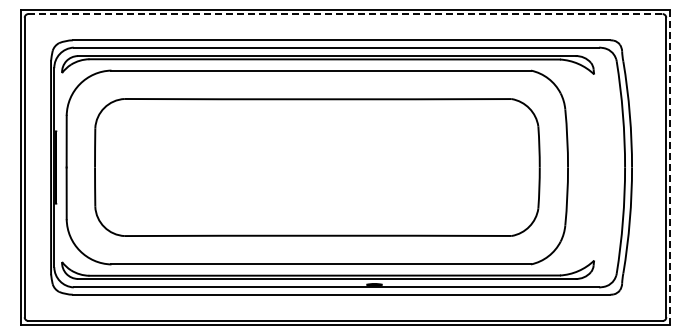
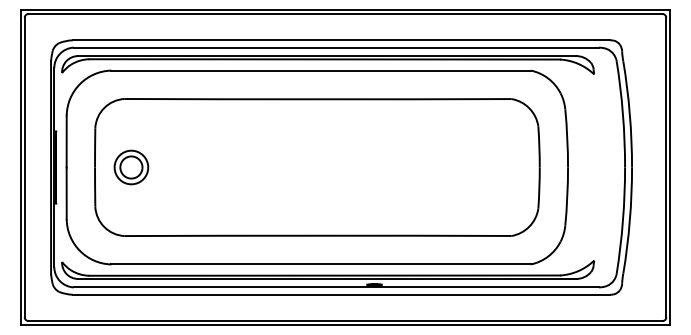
line at (345, 14): dashed -> solid
part at (131, 167): none -> present
line at (670, 167): dashed -> solid
